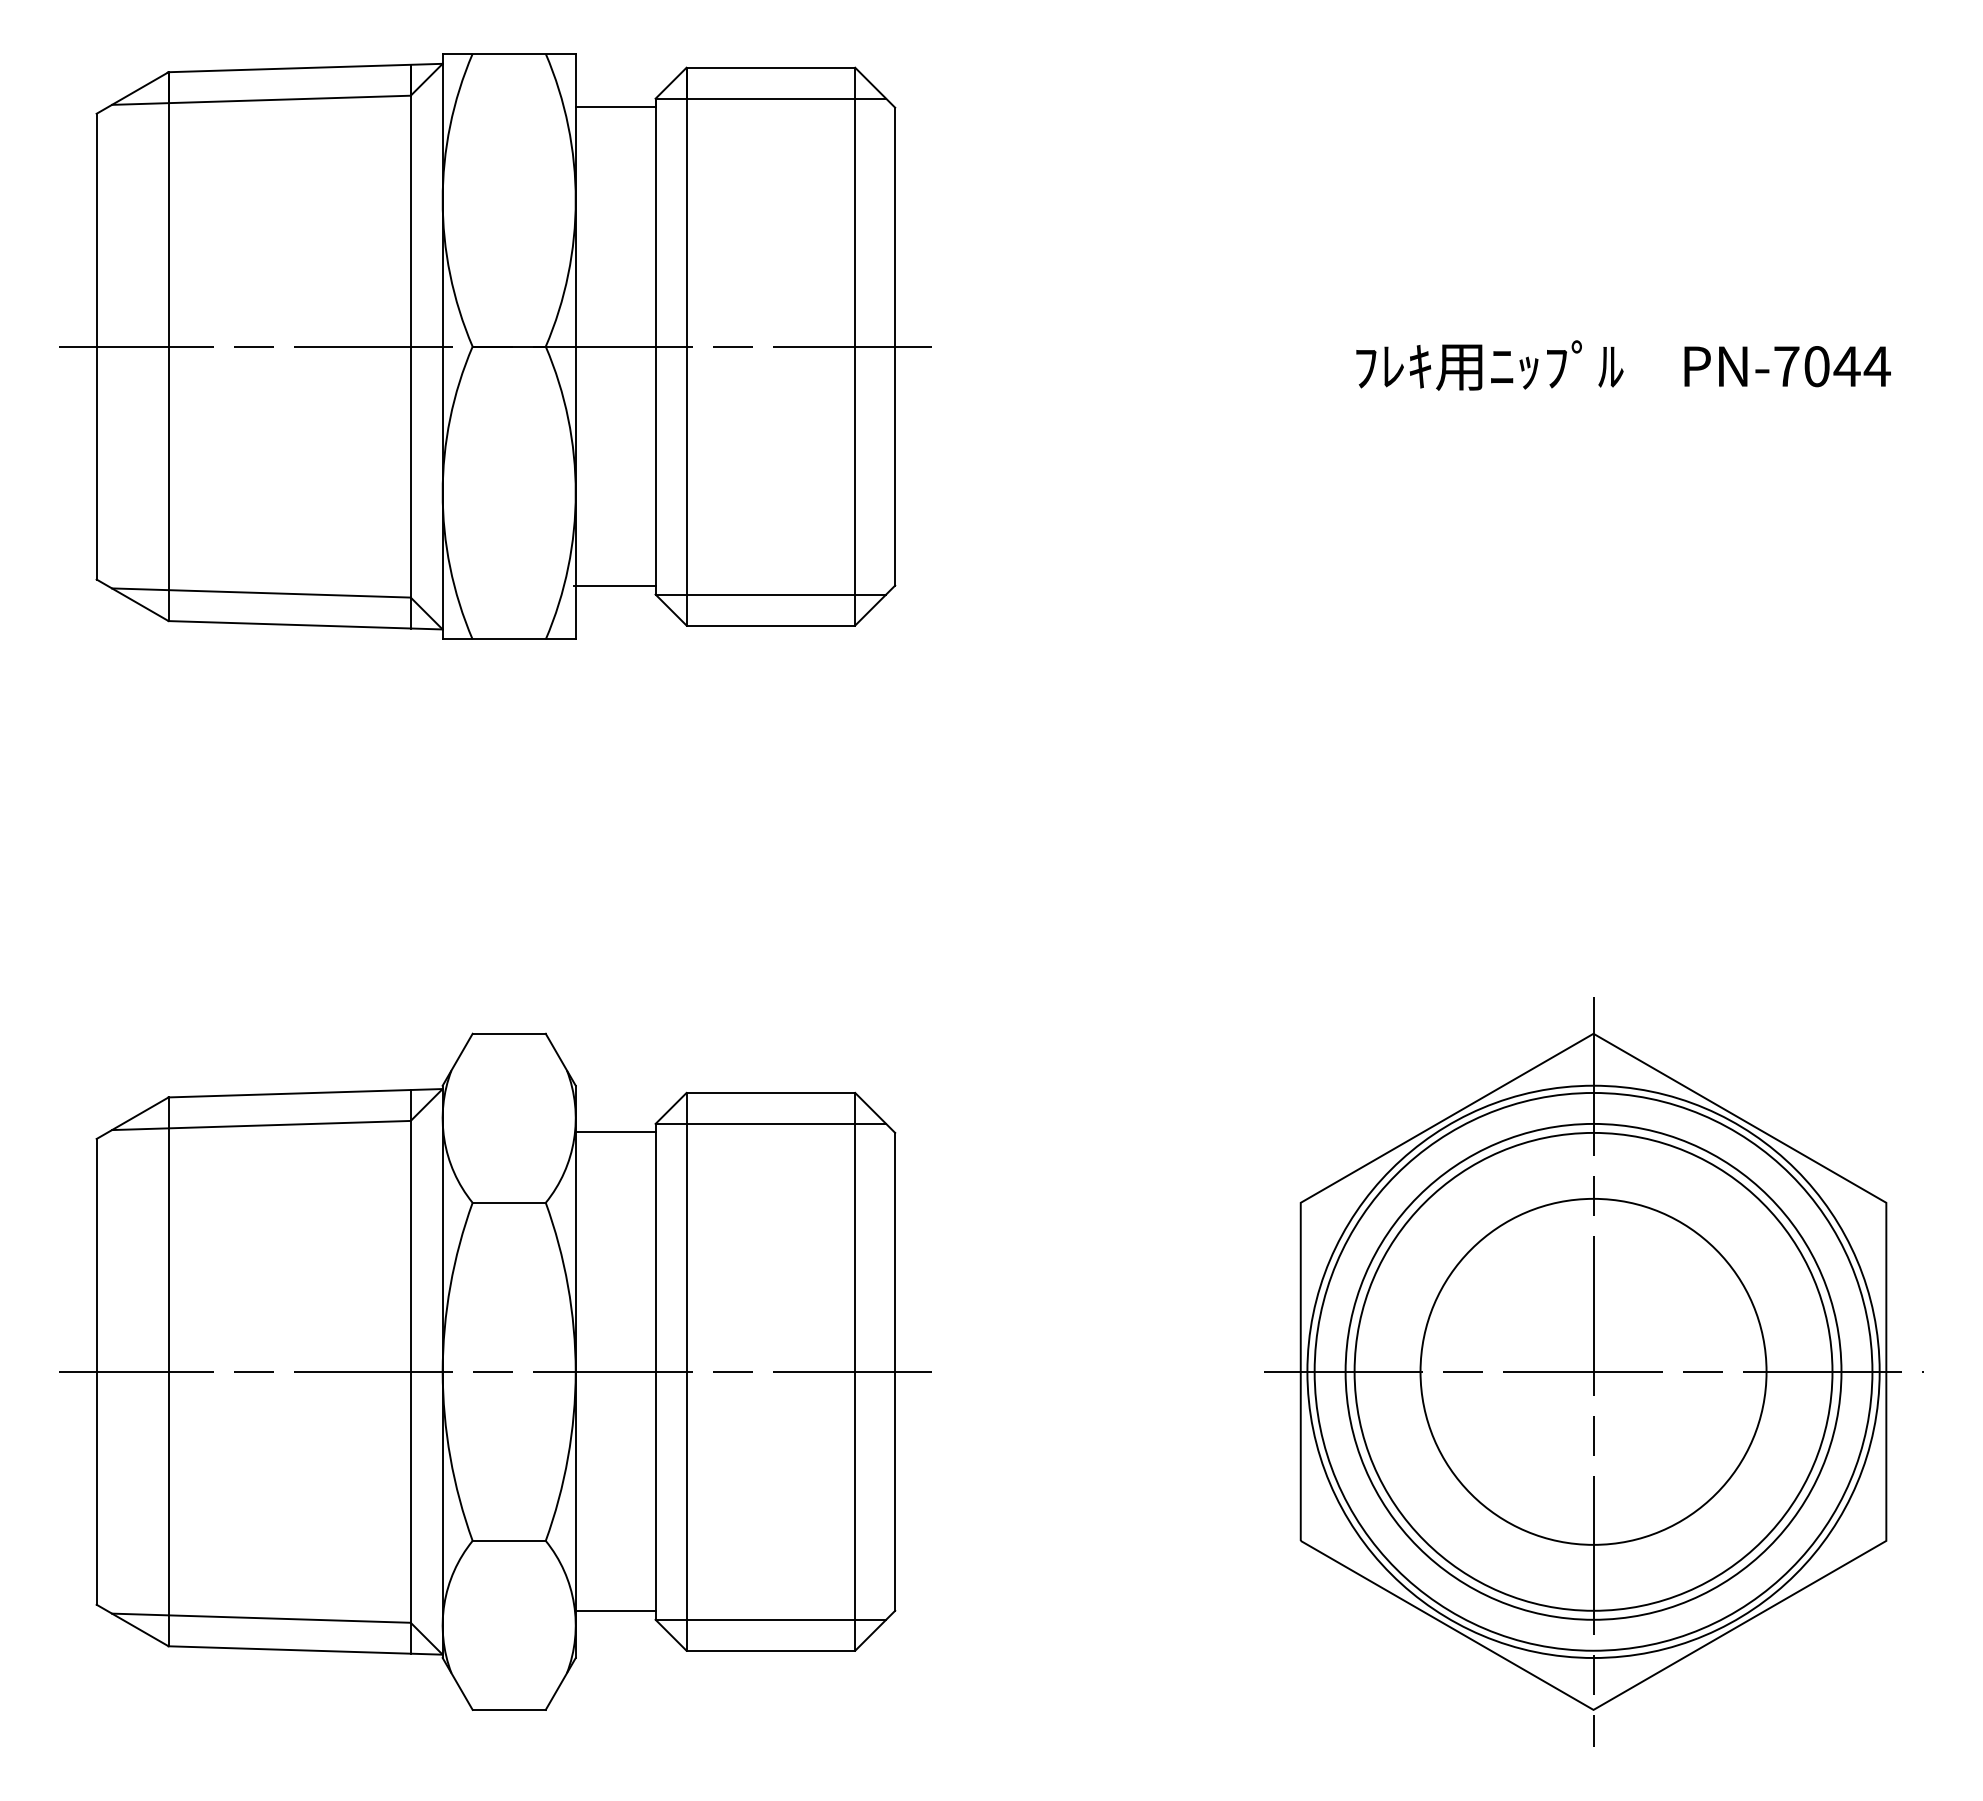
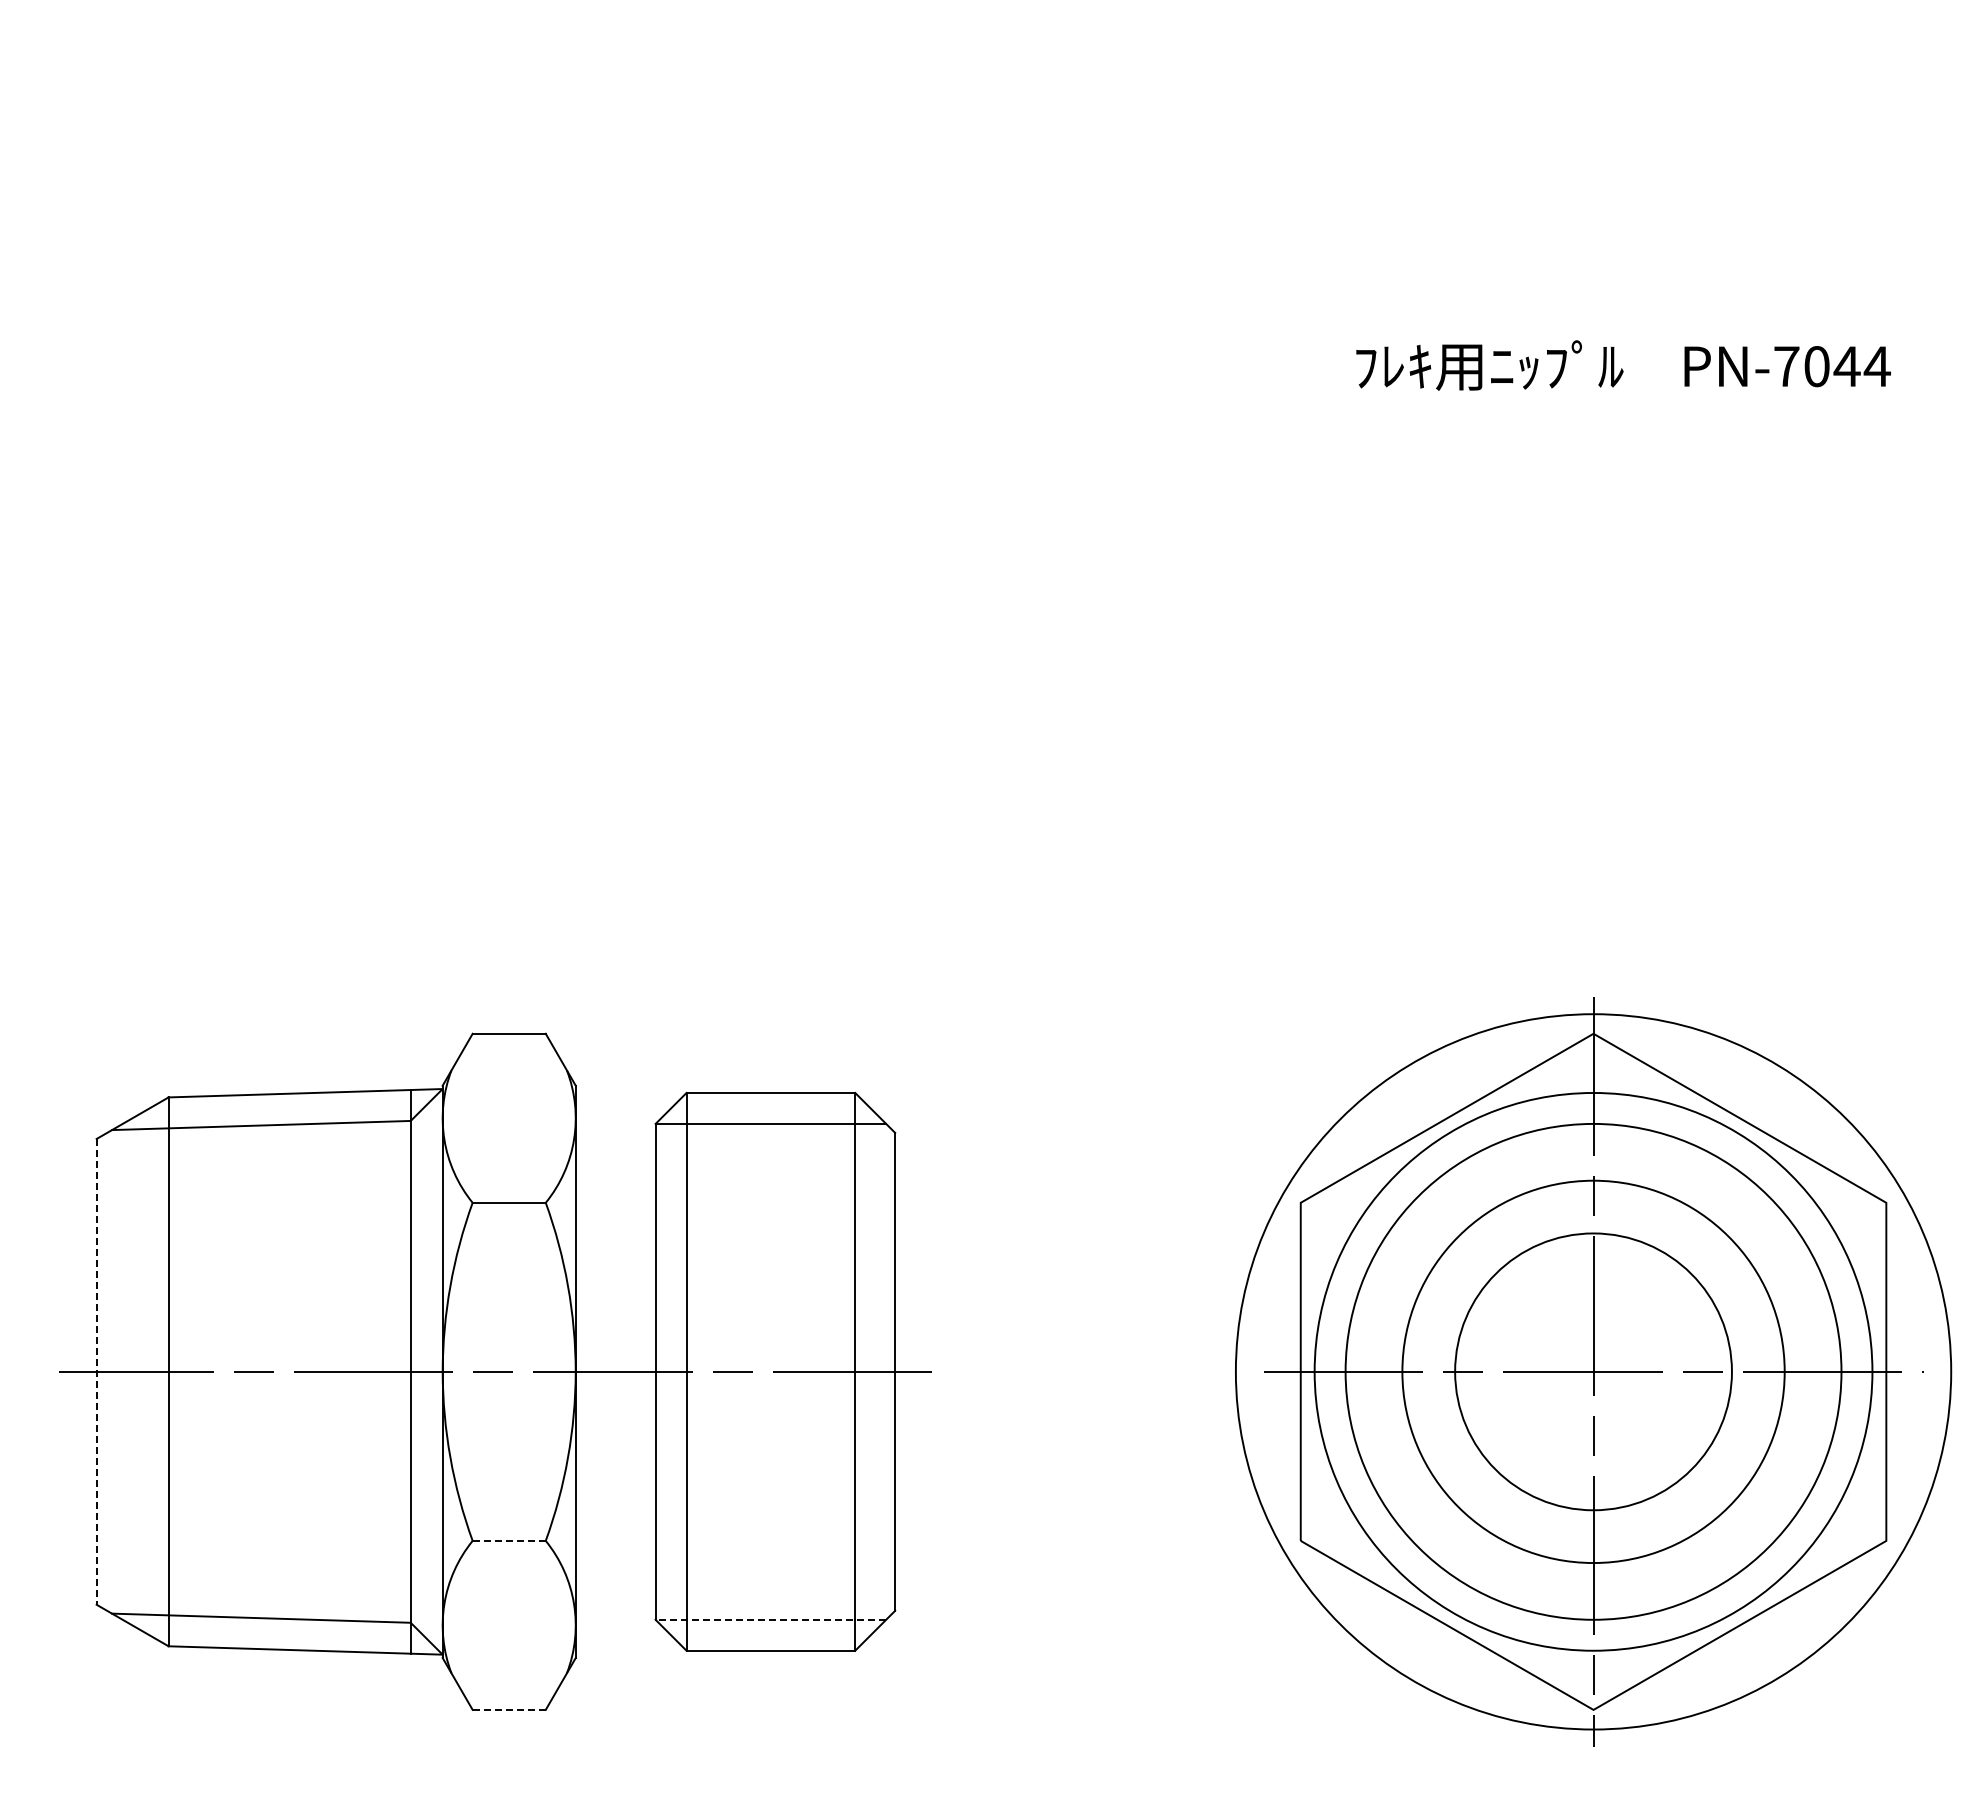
part at (495, 346): present -> none
line at (615, 1132): present -> none
line at (96, 1371): solid -> dashed
circle at (1593, 1371) diameter: 346 px -> 277 px
circle at (1593, 1371) diameter: 478 px -> 382 px
circle at (1593, 1371) diameter: 572 px -> 715 px
line at (509, 1540): solid -> dashed
line at (615, 1611): present -> none
line at (770, 1619): solid -> dashed
line at (509, 1709): solid -> dashed
